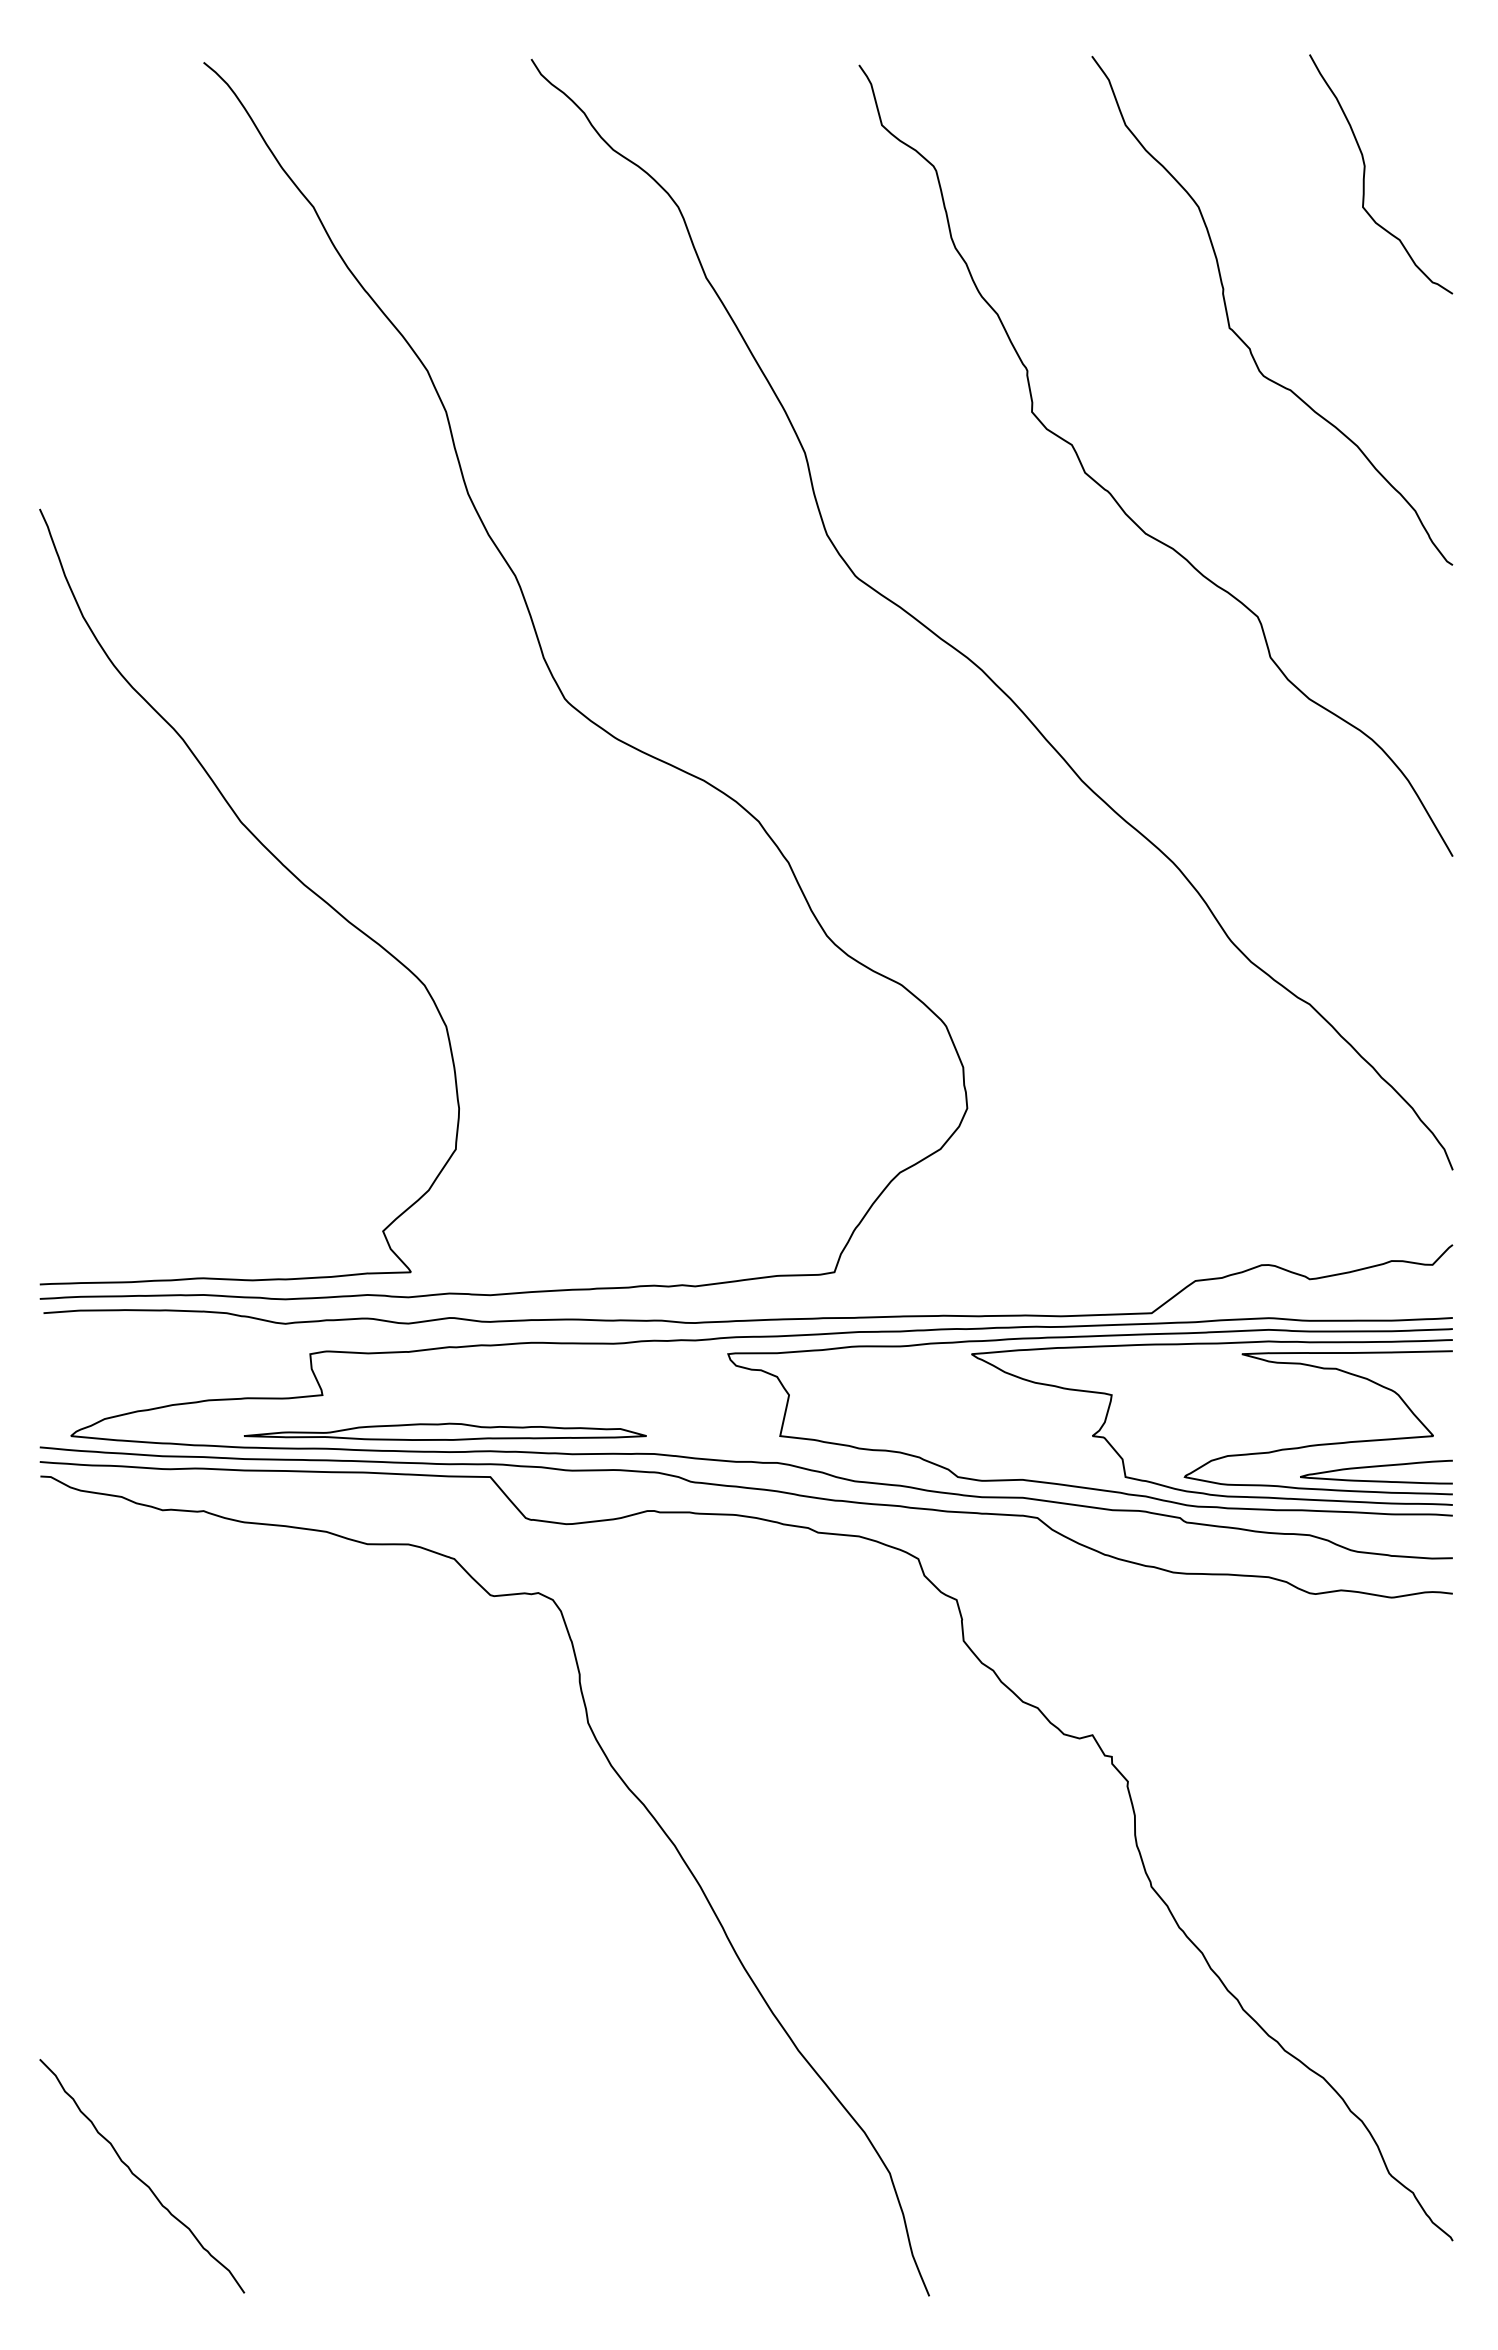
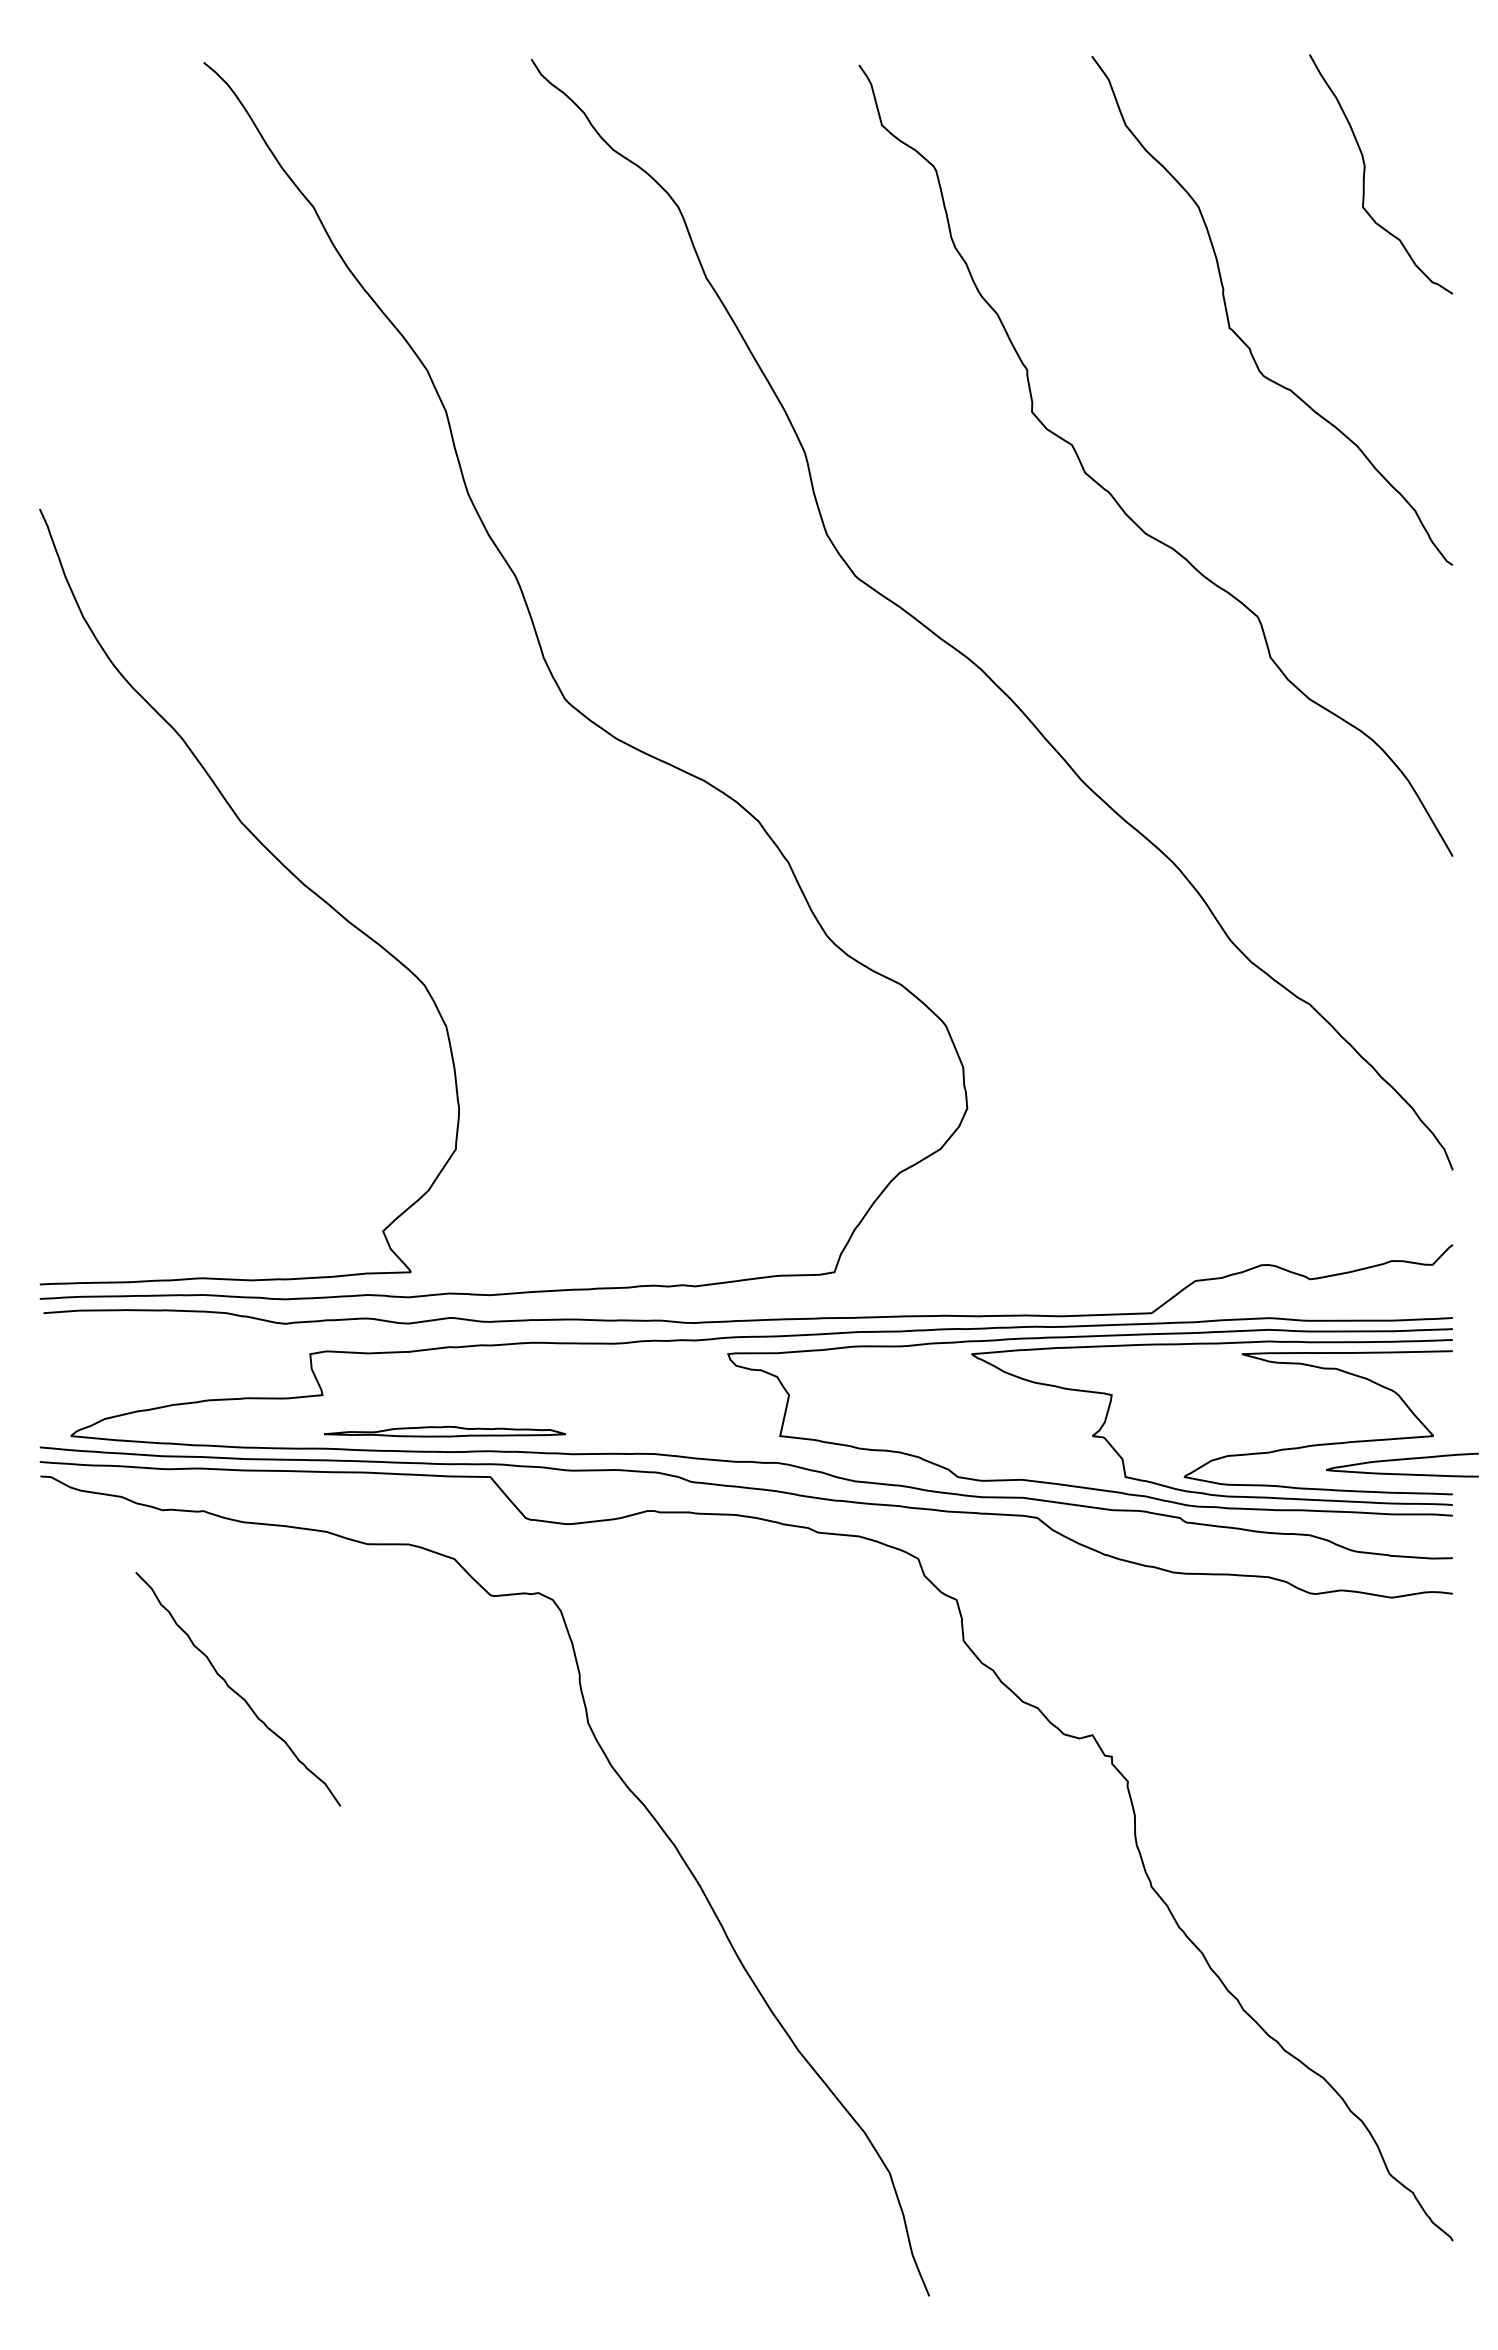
part at (444, 1431) size: 404x19 px -> 243x13 px
curve at (1376, 1467) position: (1376, 1467) -> (1402, 1460)
curve at (140, 2178) position: (140, 2178) -> (236, 1691)
